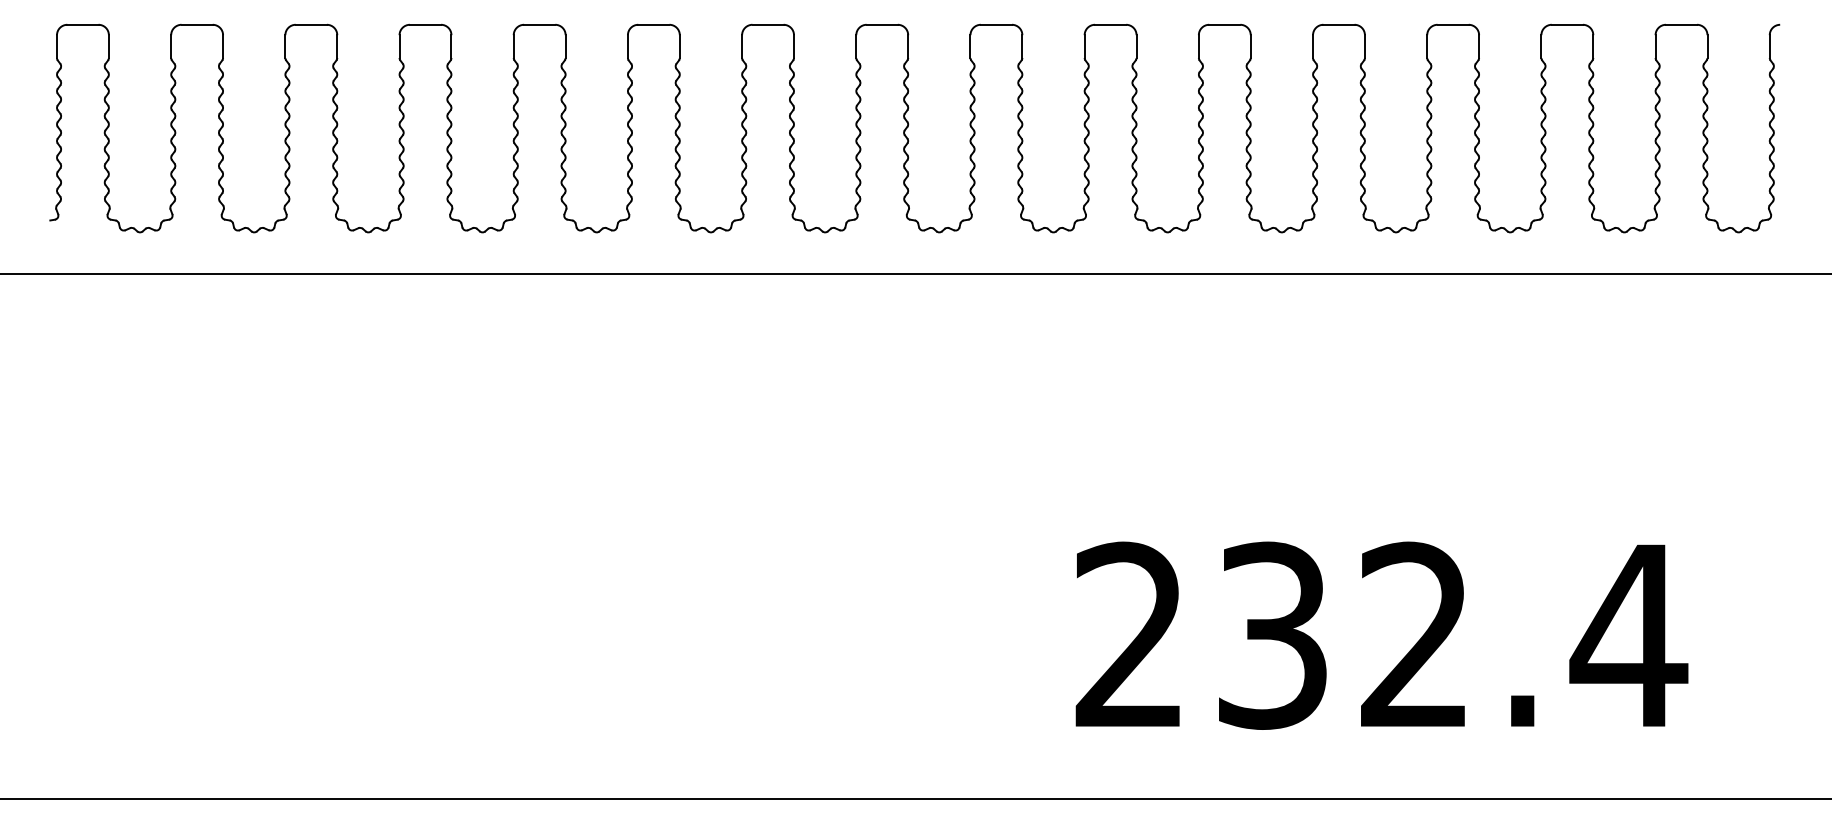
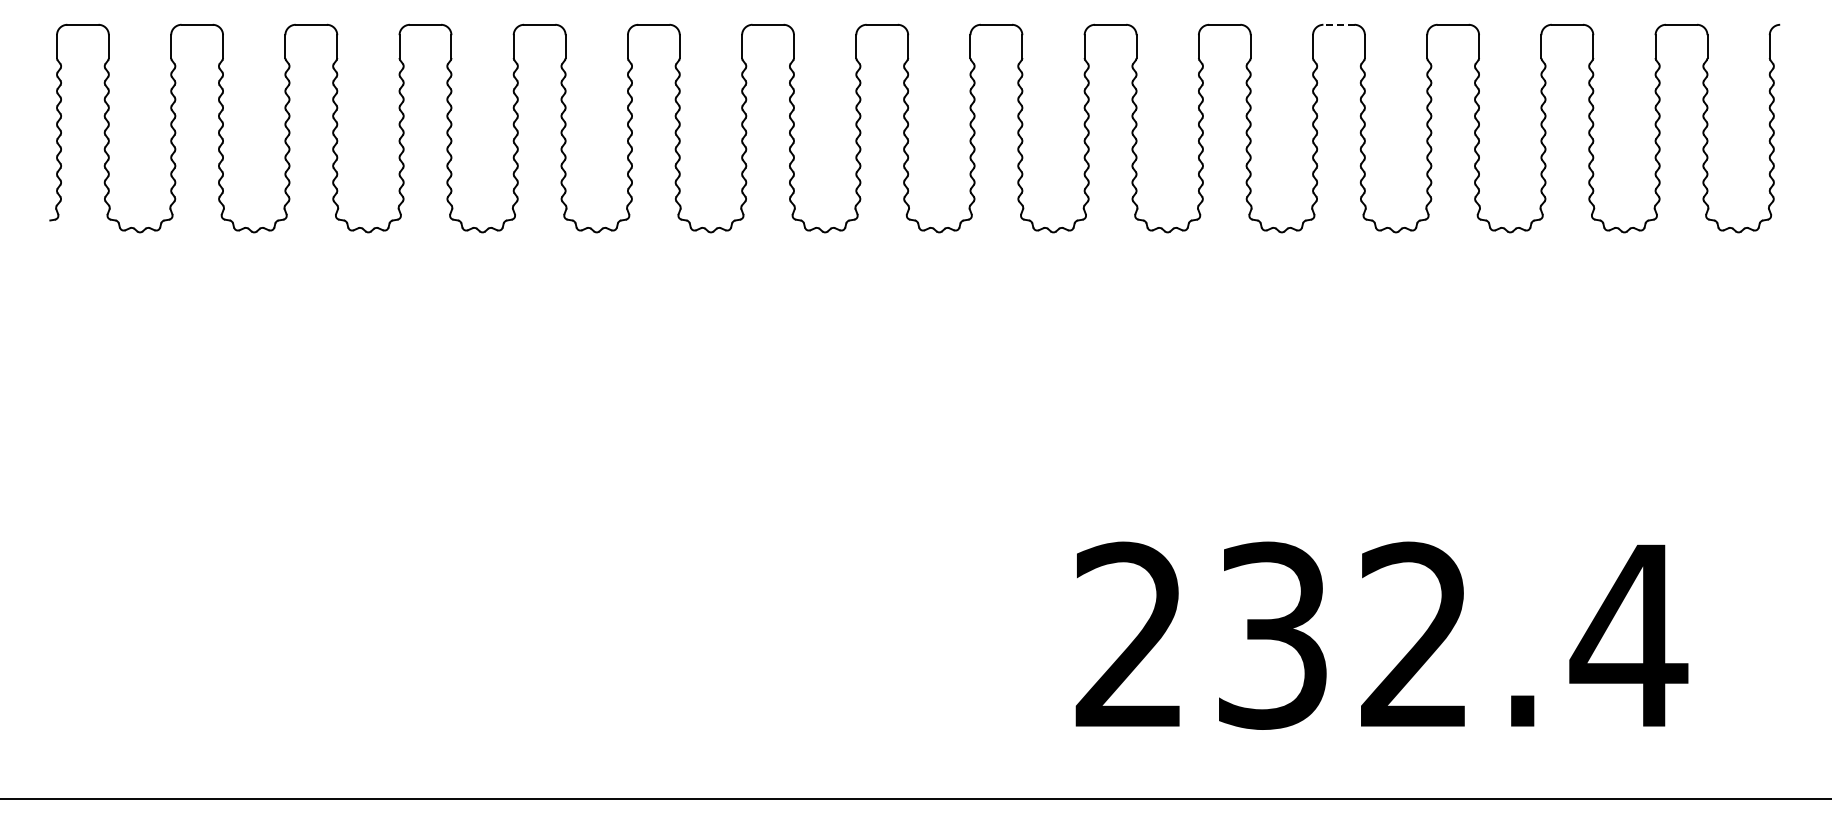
line at (1338, 24): solid -> dashed
line at (915, 273): present -> none
